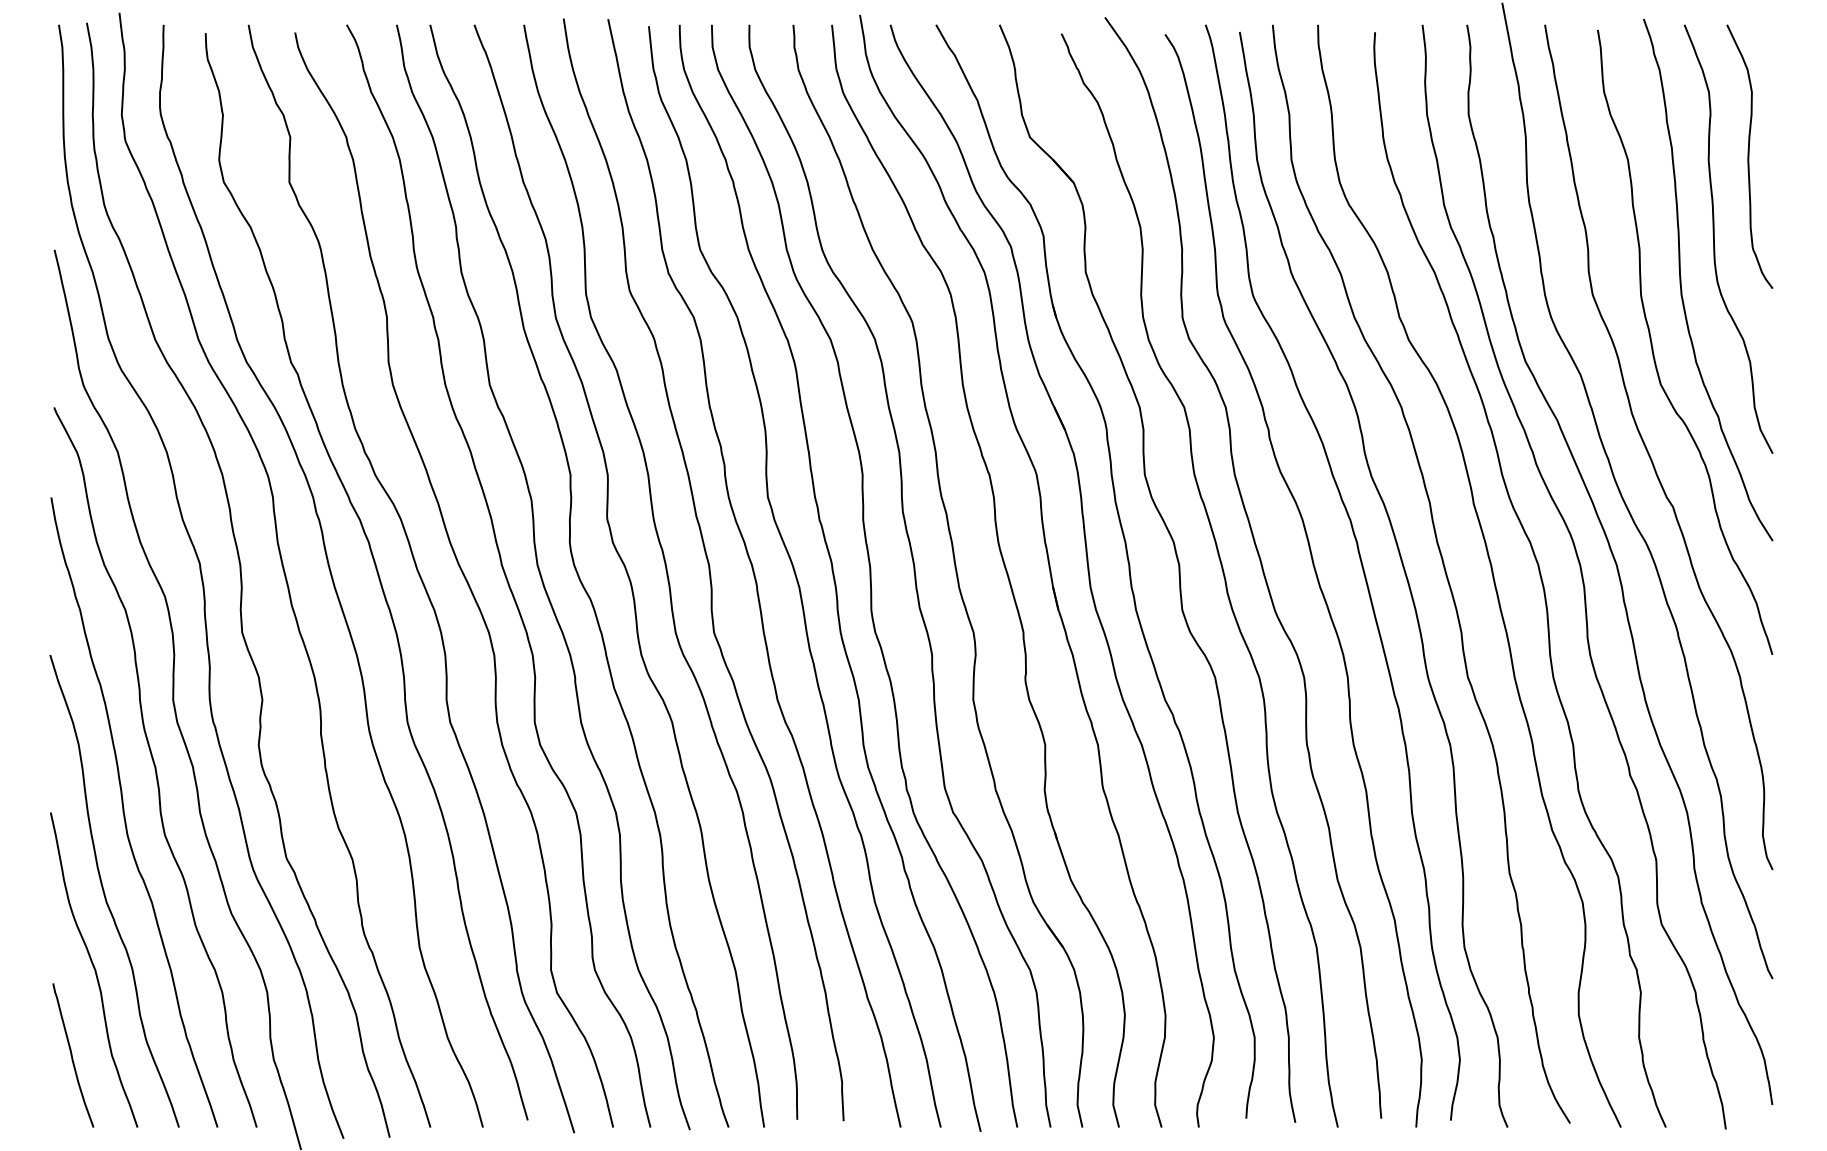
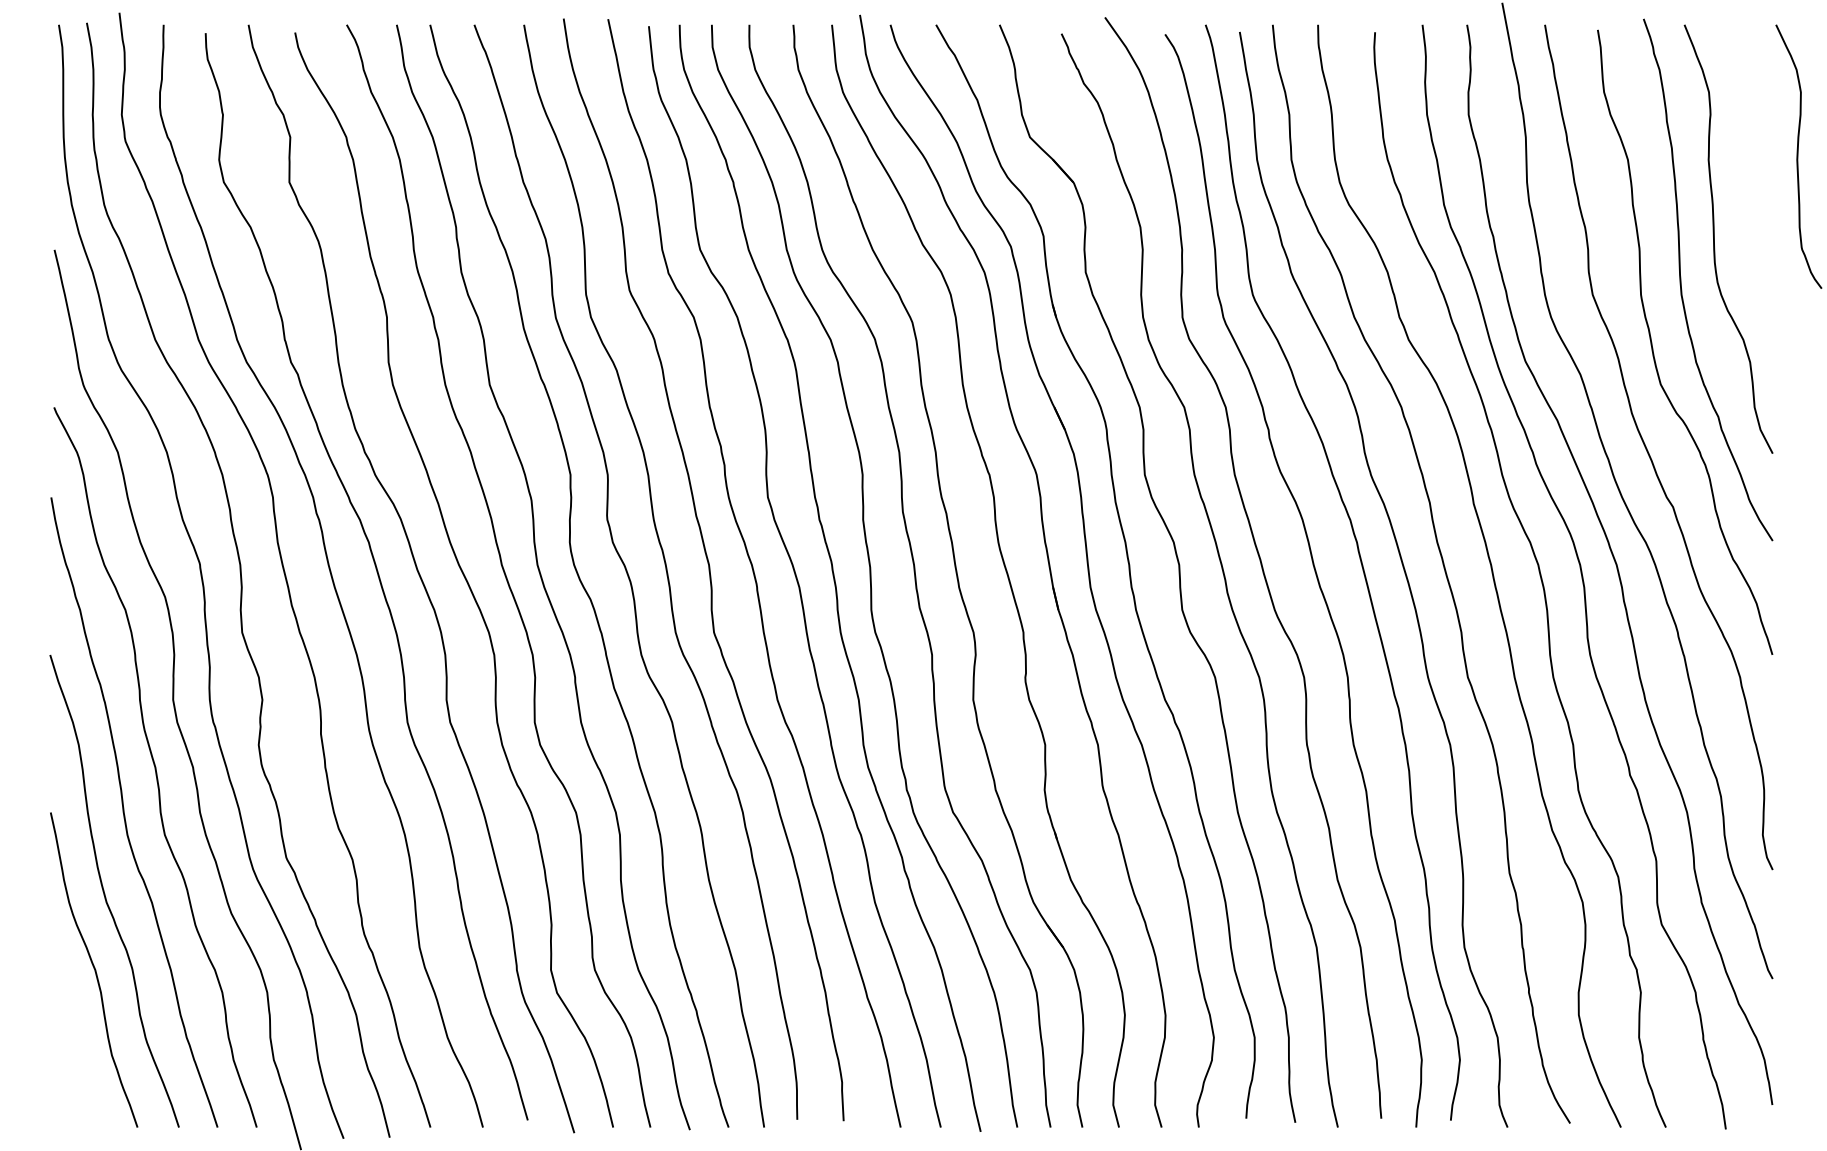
curve at (1749, 156) position: (1749, 156) -> (1798, 156)
curve at (72, 1055): present -> none
